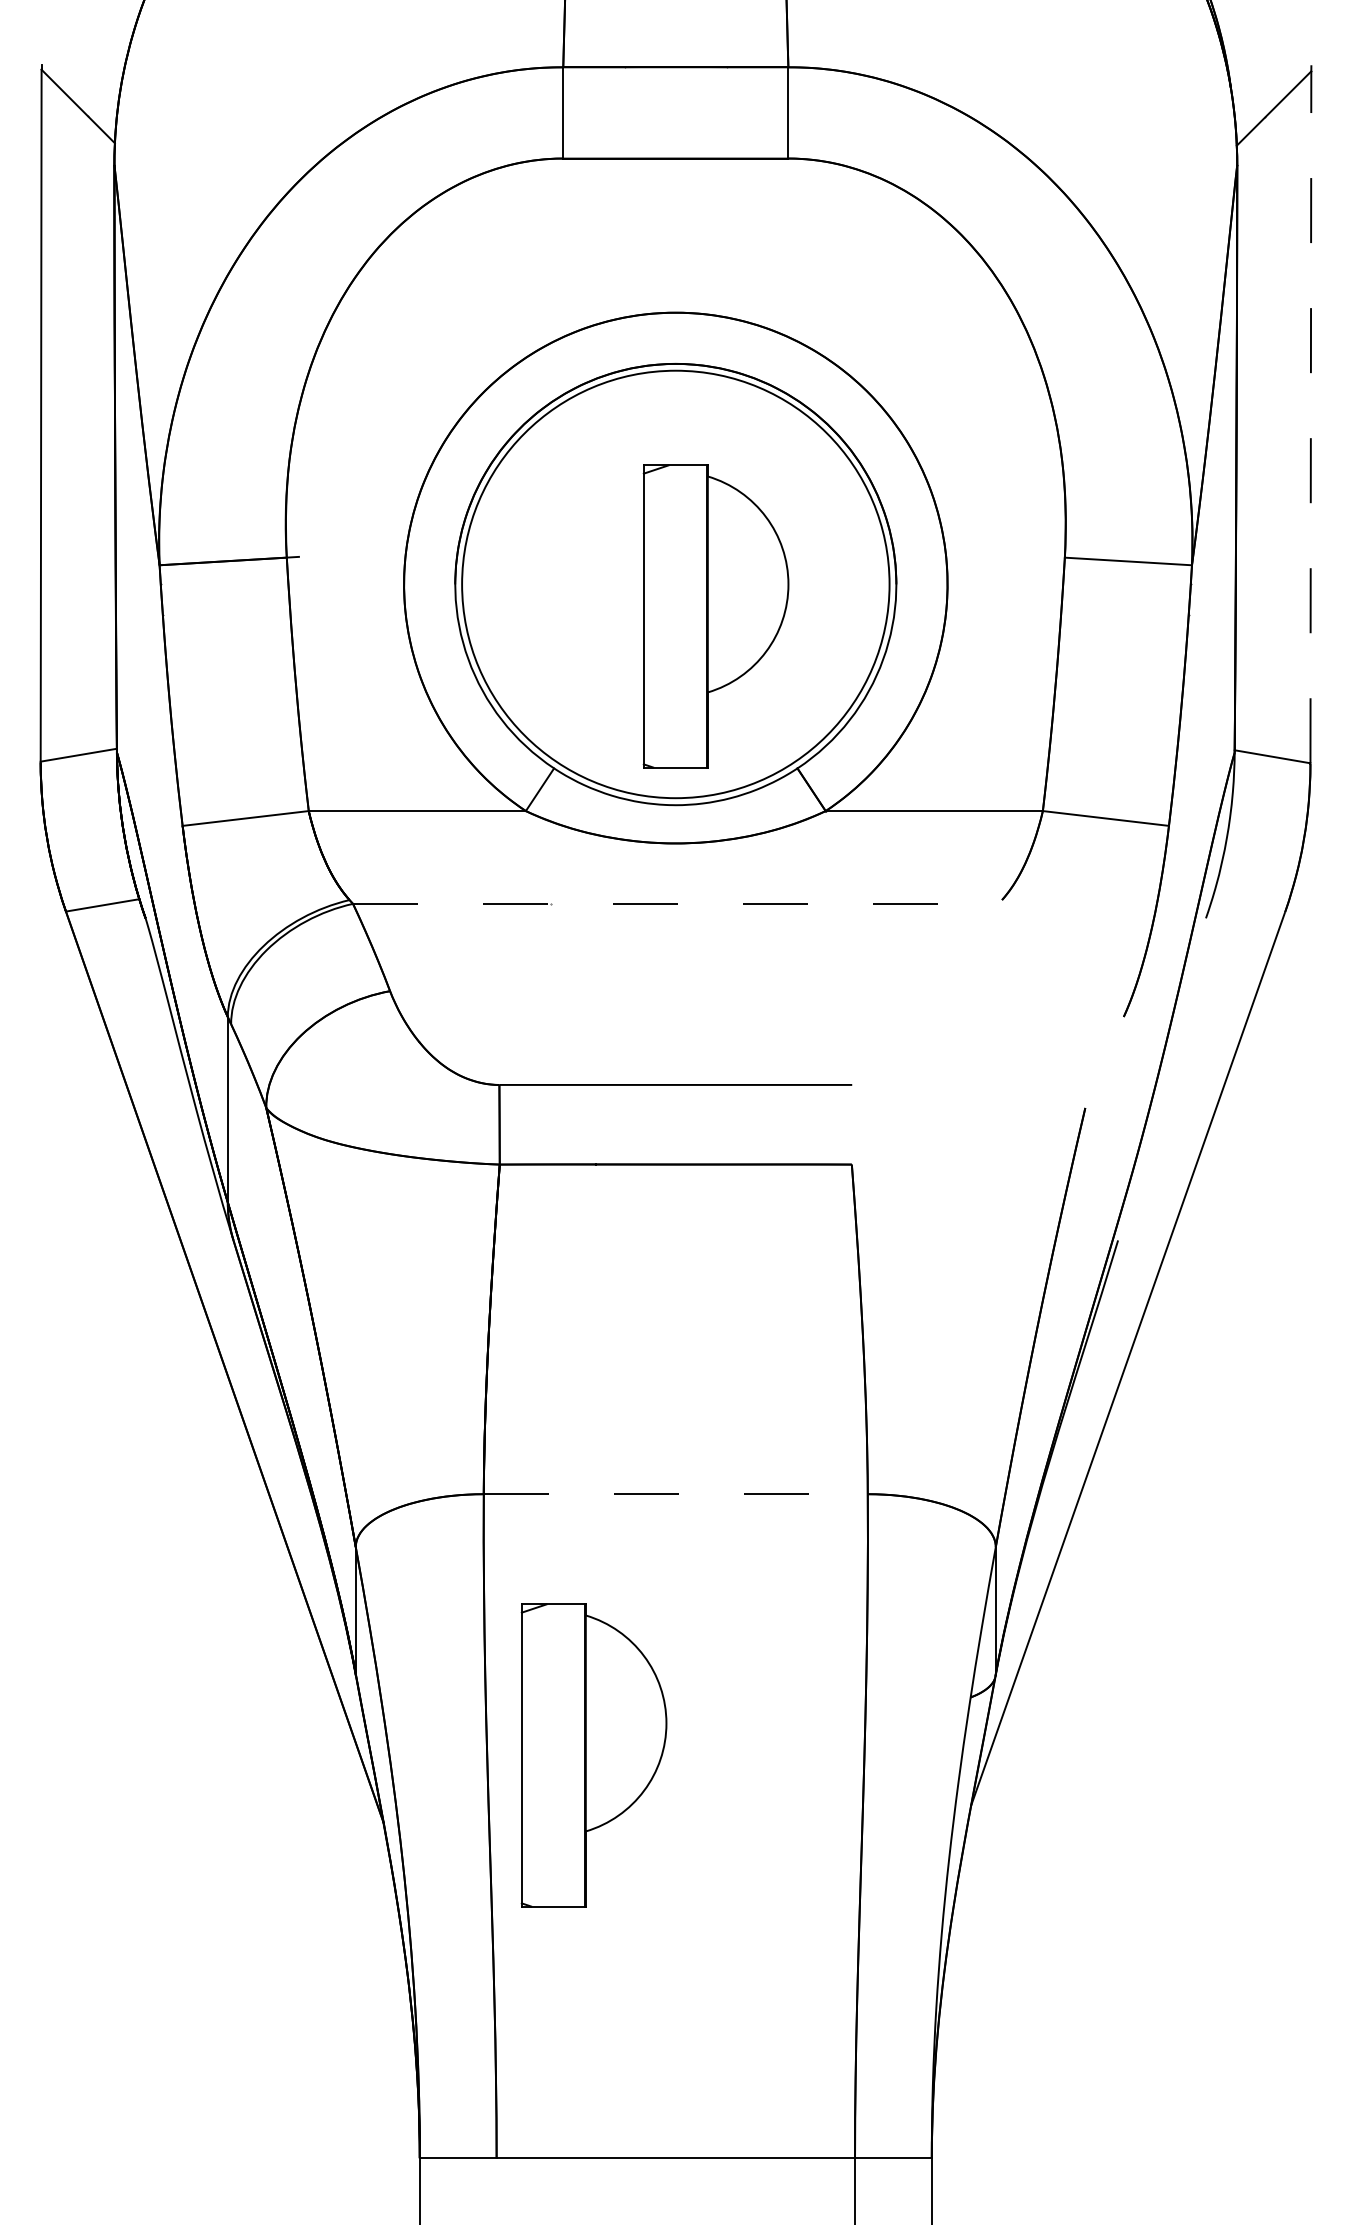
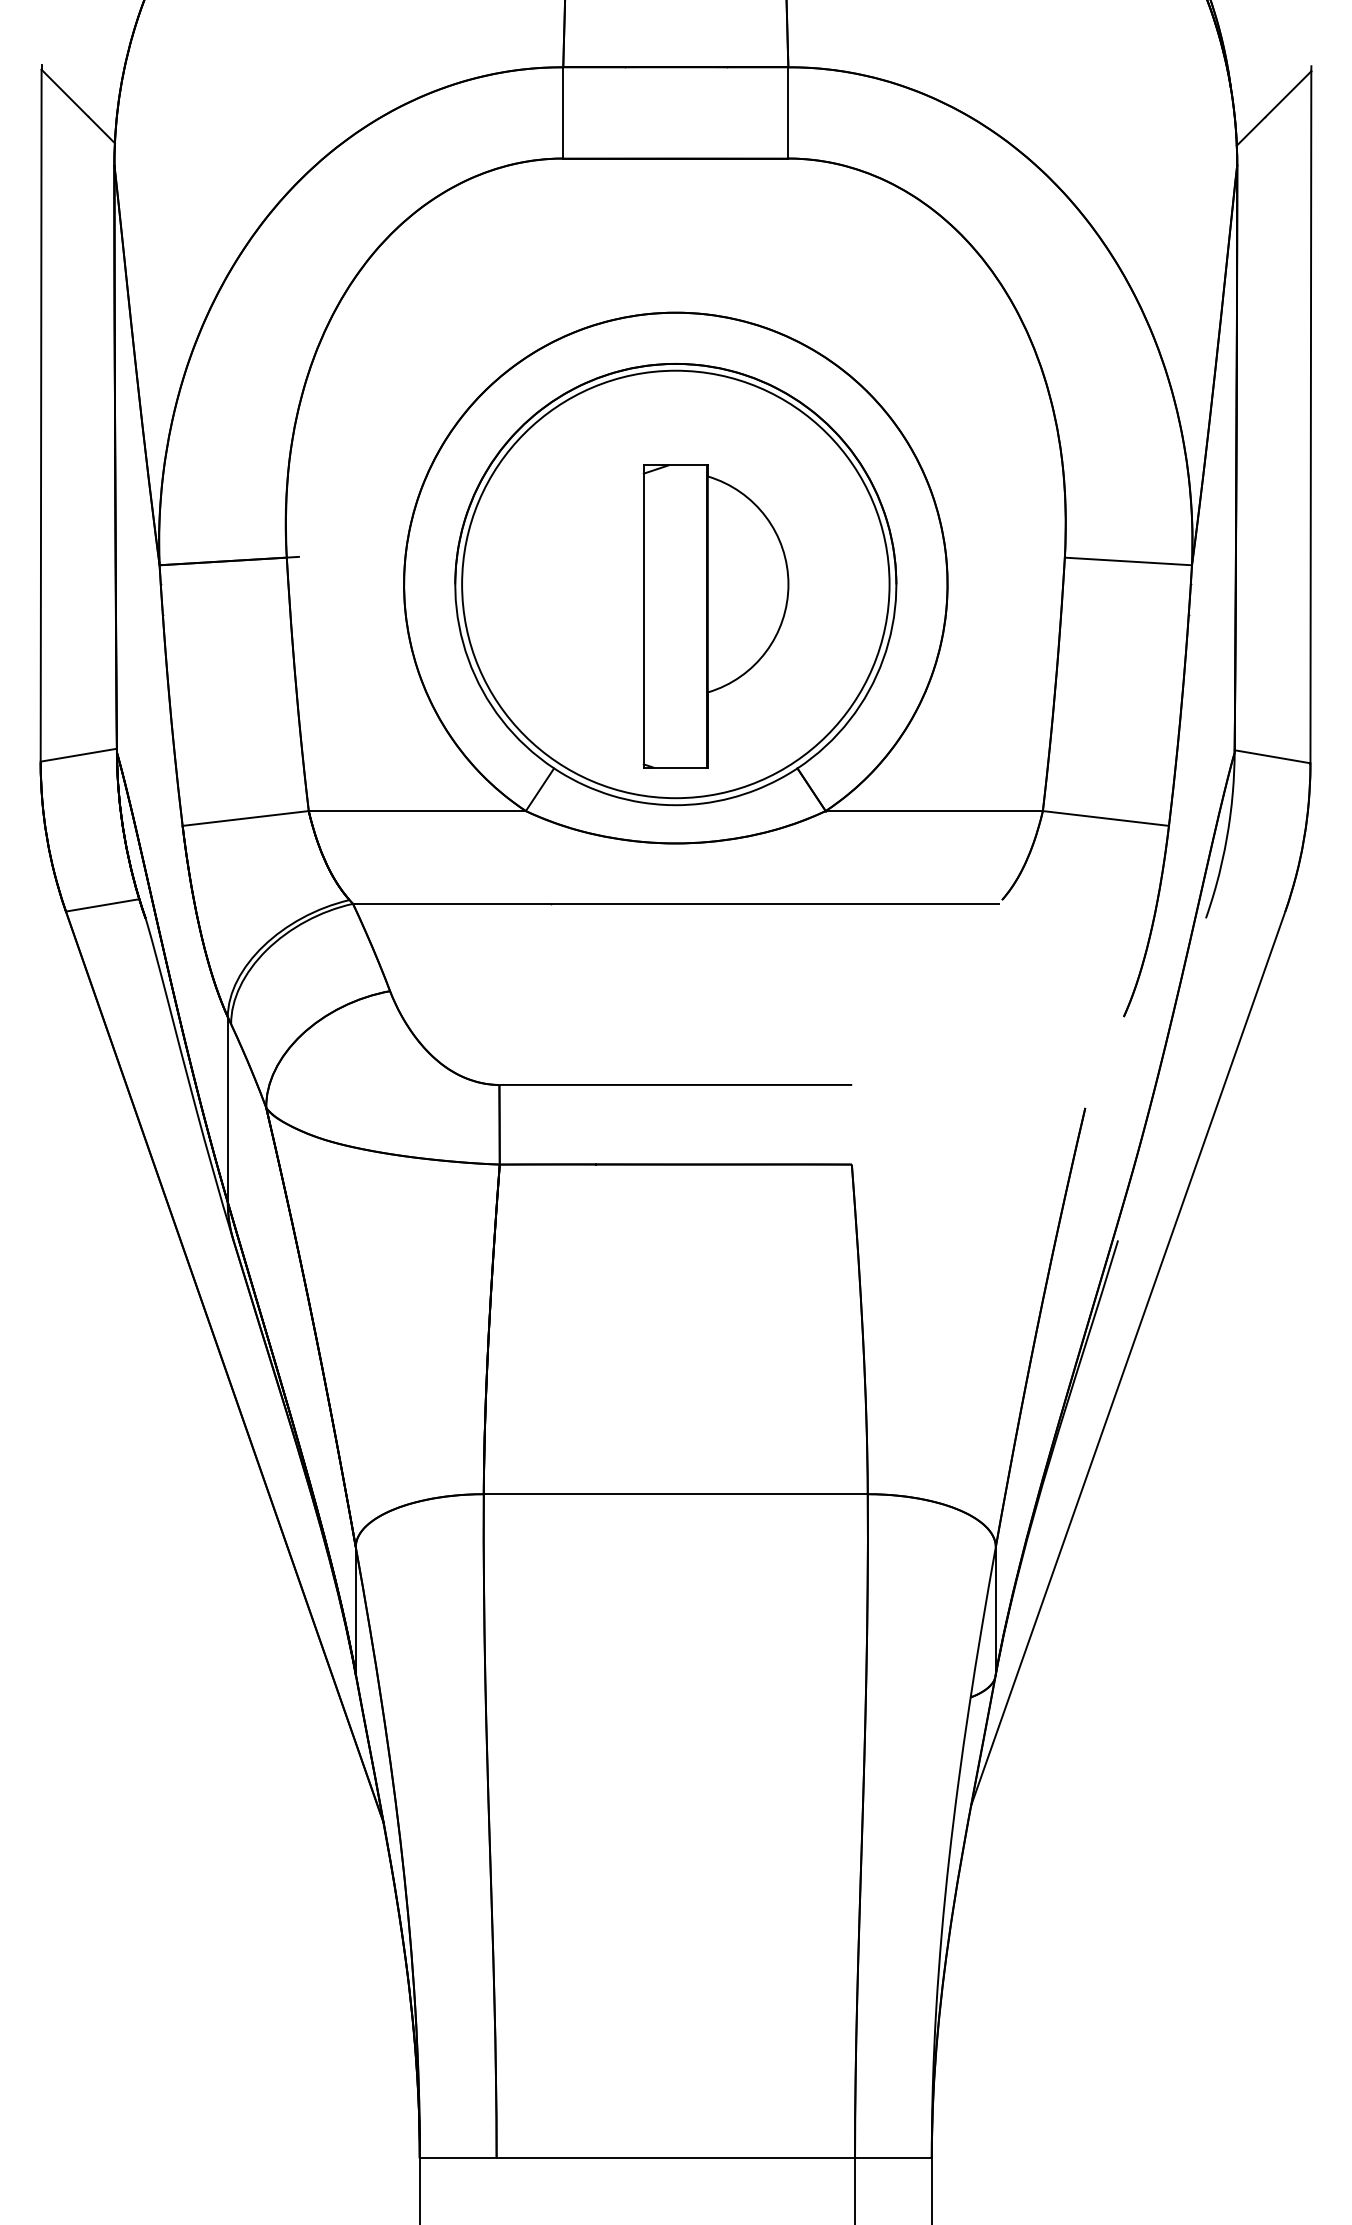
line at (1310, 417): dashed -> solid
line at (675, 903): dashed -> solid
line at (675, 1494): dashed -> solid
part at (593, 1755): present -> none
